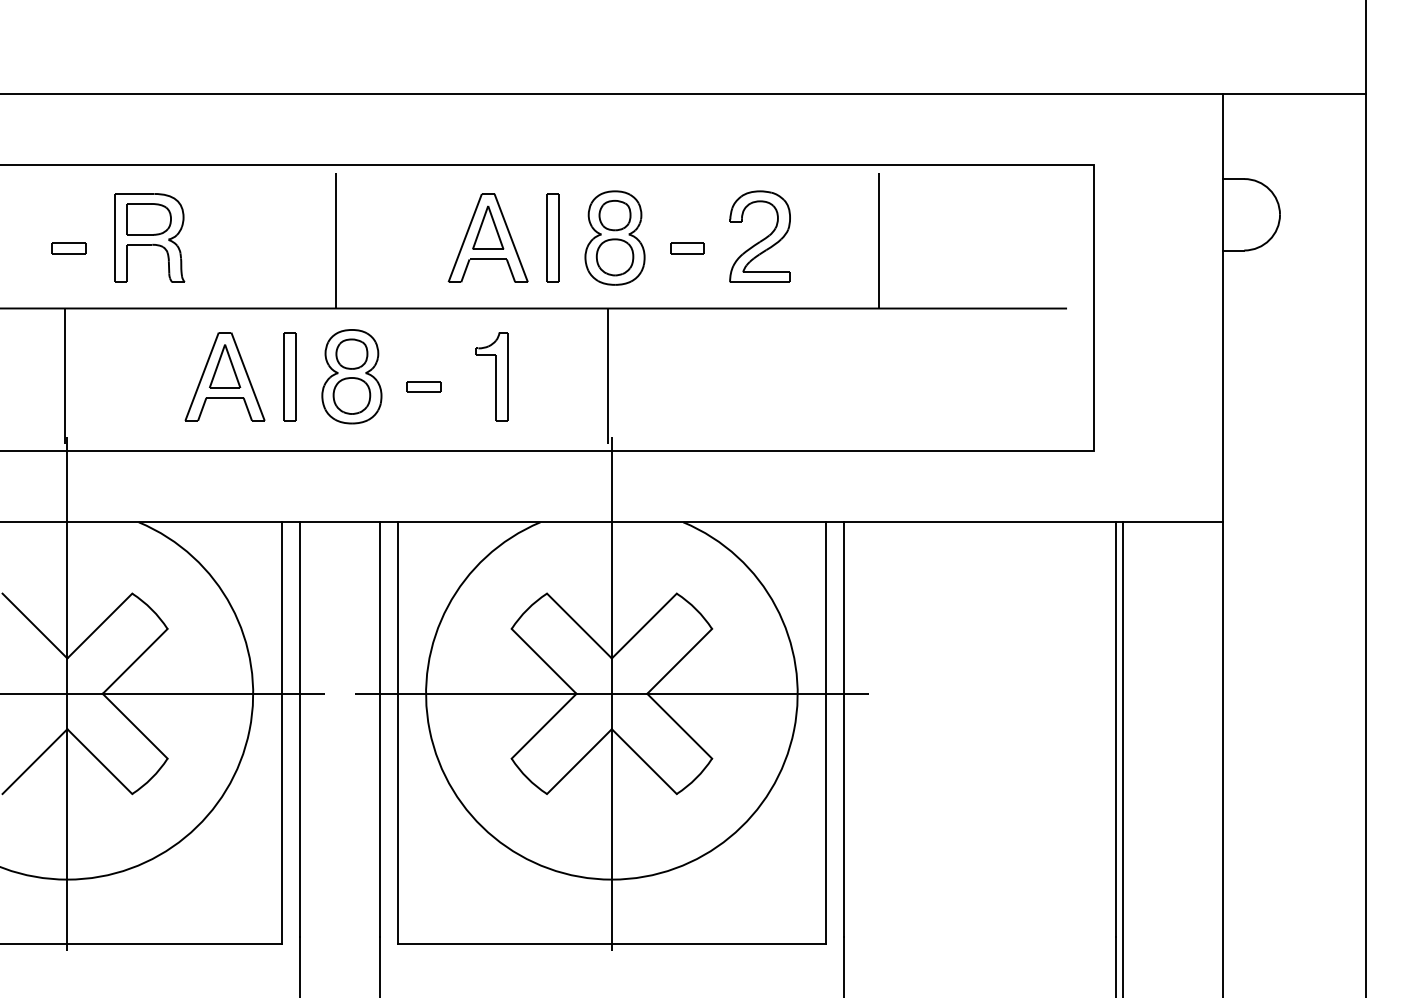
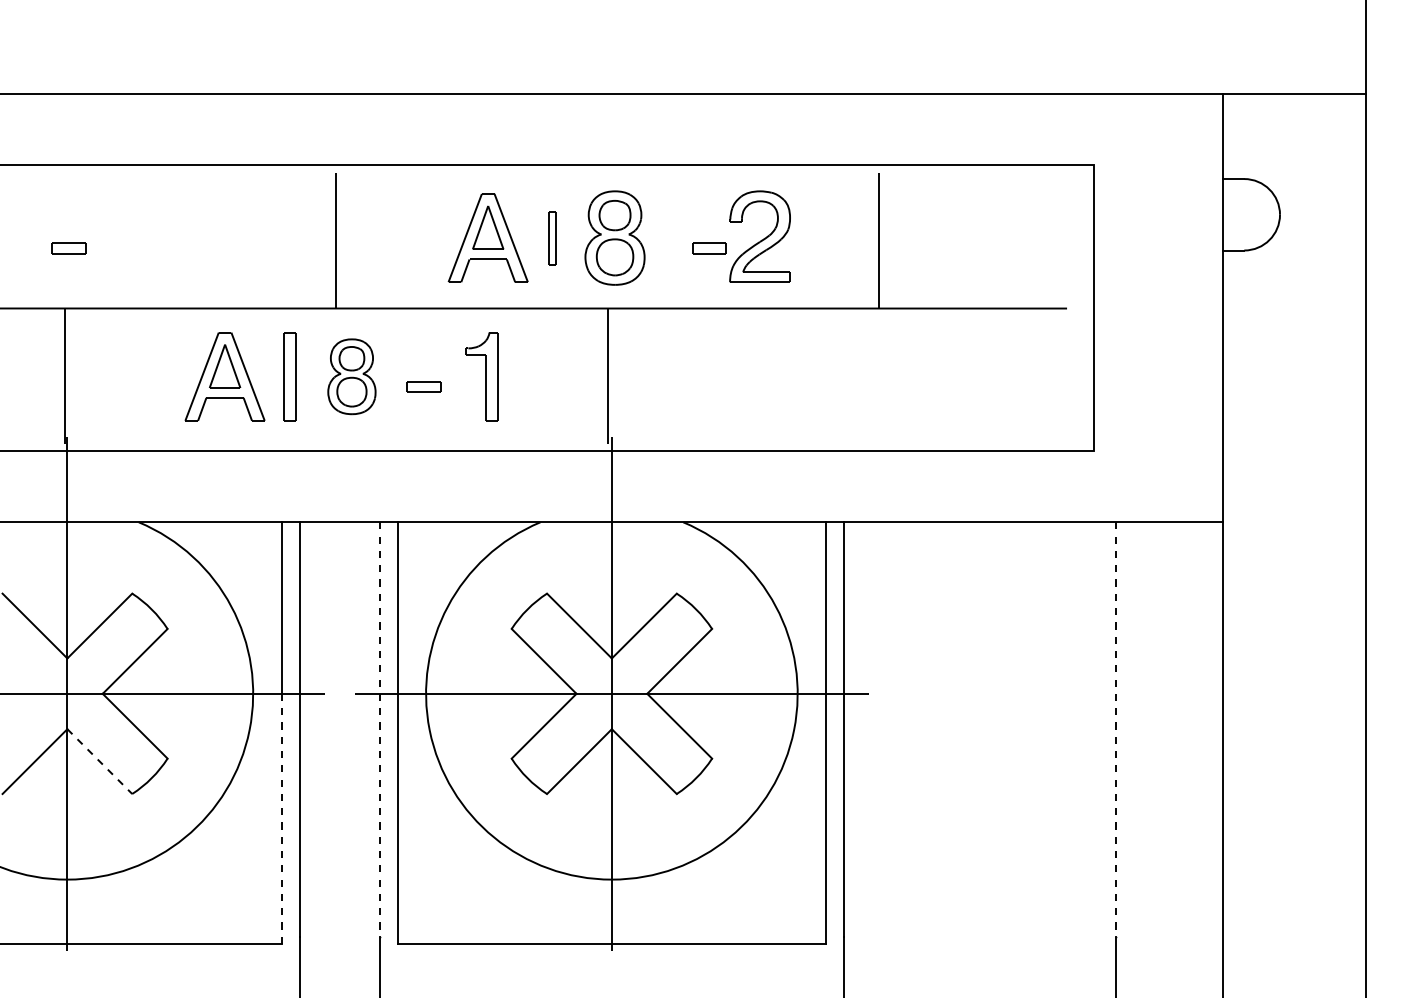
part at (149, 237): present -> none
part at (552, 237) size: 14x90 px -> 9x55 px
part at (687, 248) position: (687, 248) -> (709, 248)
part at (351, 376) size: 62x96 px -> 50x78 px
part at (491, 376) position: (491, 376) -> (481, 376)
line at (379, 730): solid -> dashed
line at (1115, 730): solid -> dashed
line at (1122, 758): present -> none
line at (99, 761): solid -> dashed
line at (281, 818): solid -> dashed
